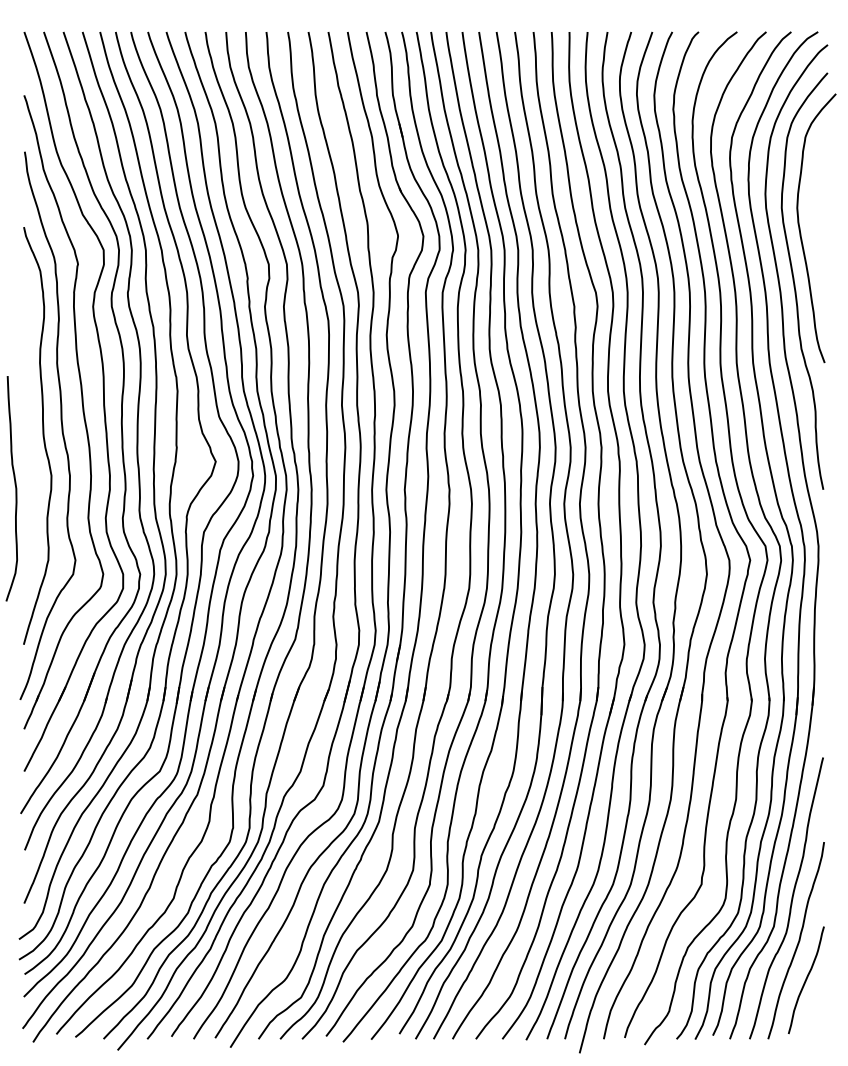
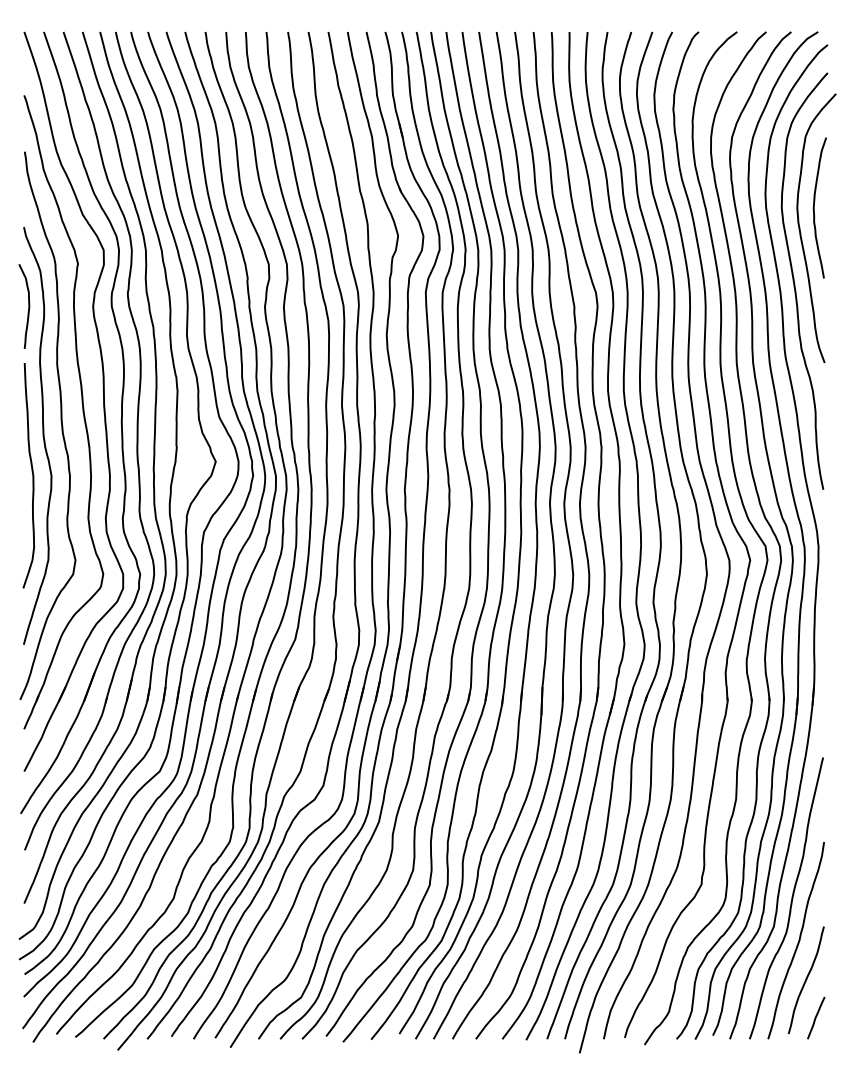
curve at (814, 207): none -> present
curve at (28, 306): none -> present
curve at (15, 488) position: (15, 488) -> (32, 475)
line at (816, 1017): none -> present
